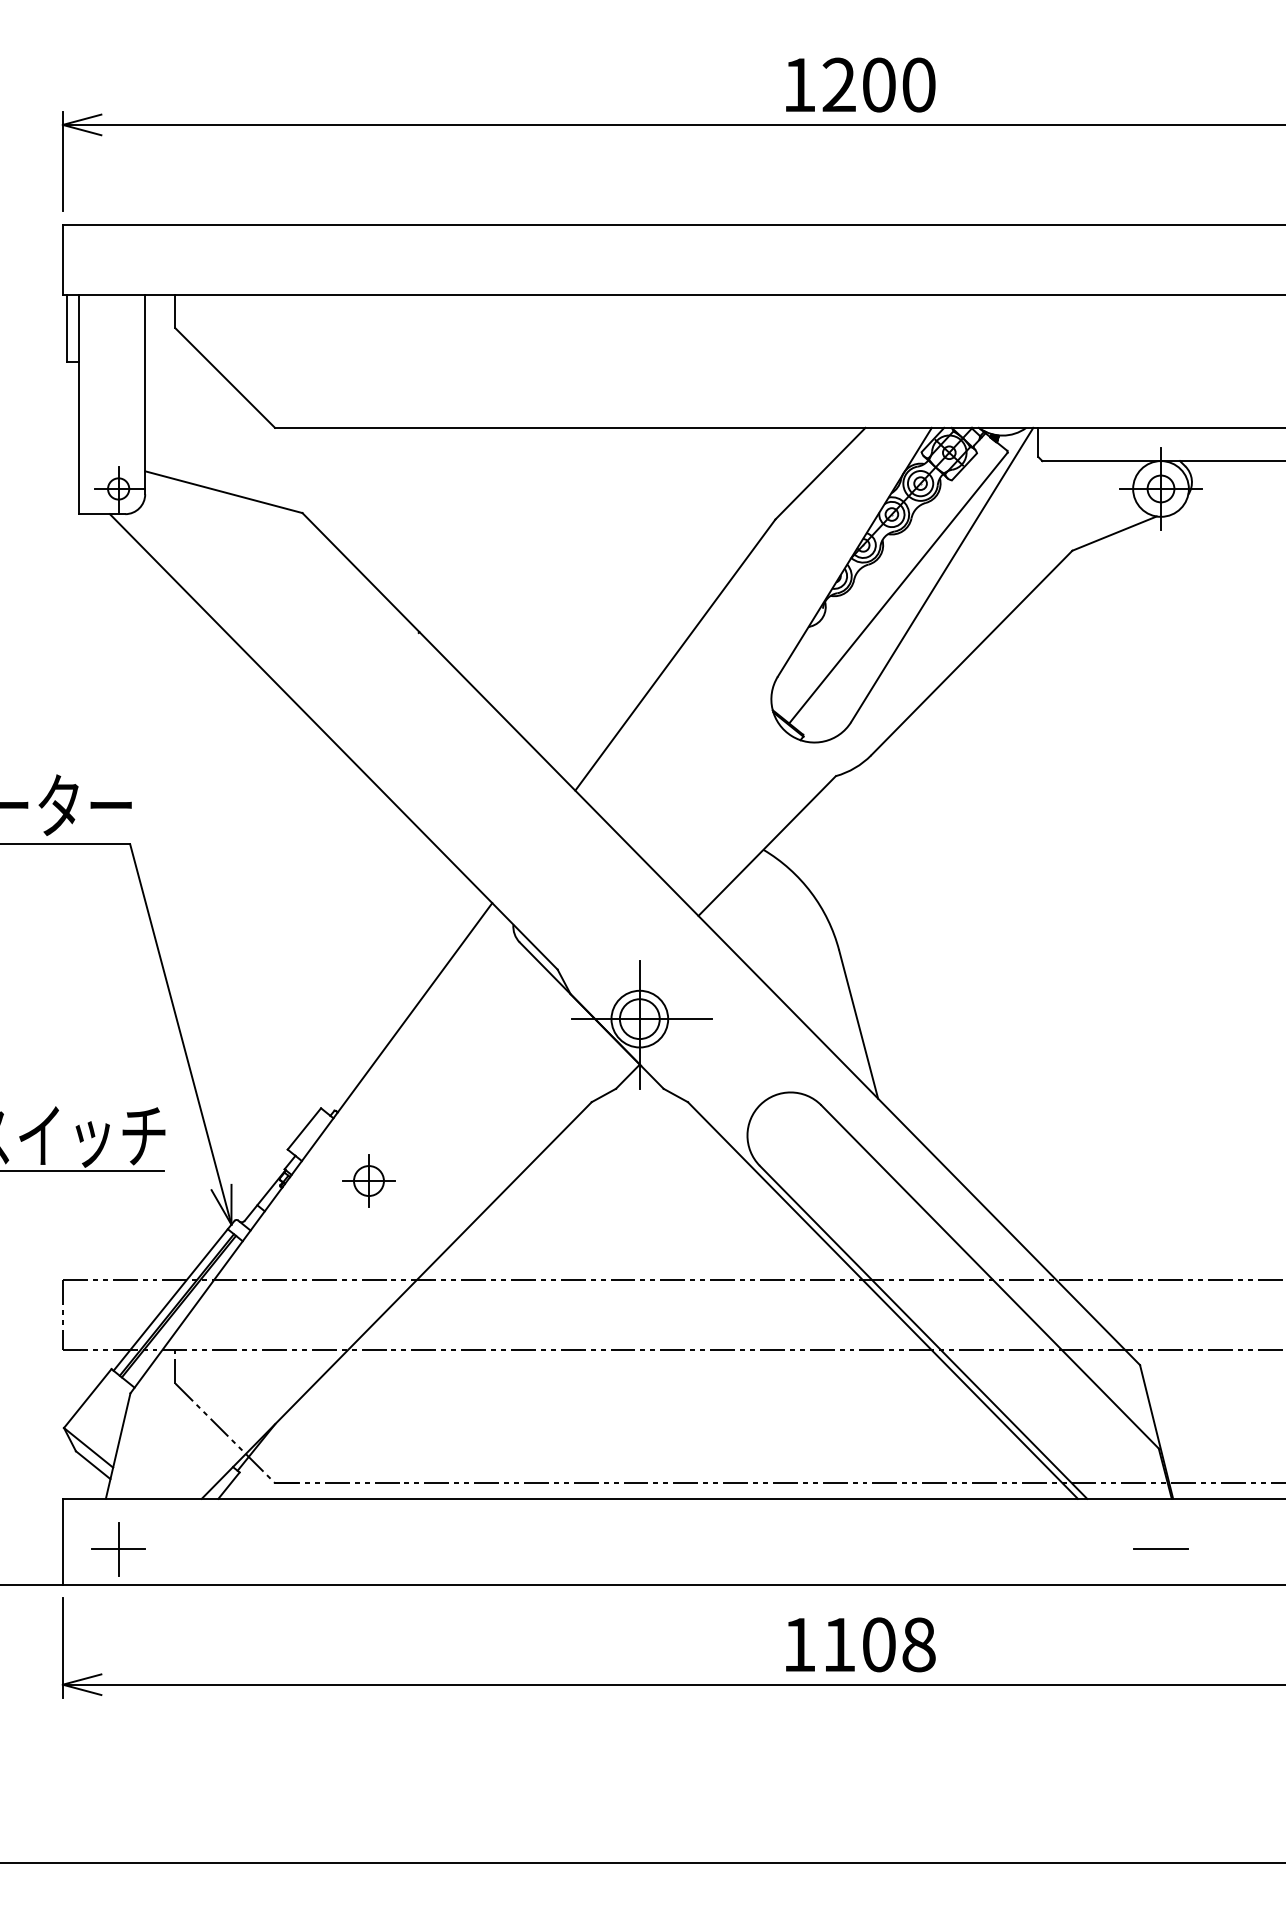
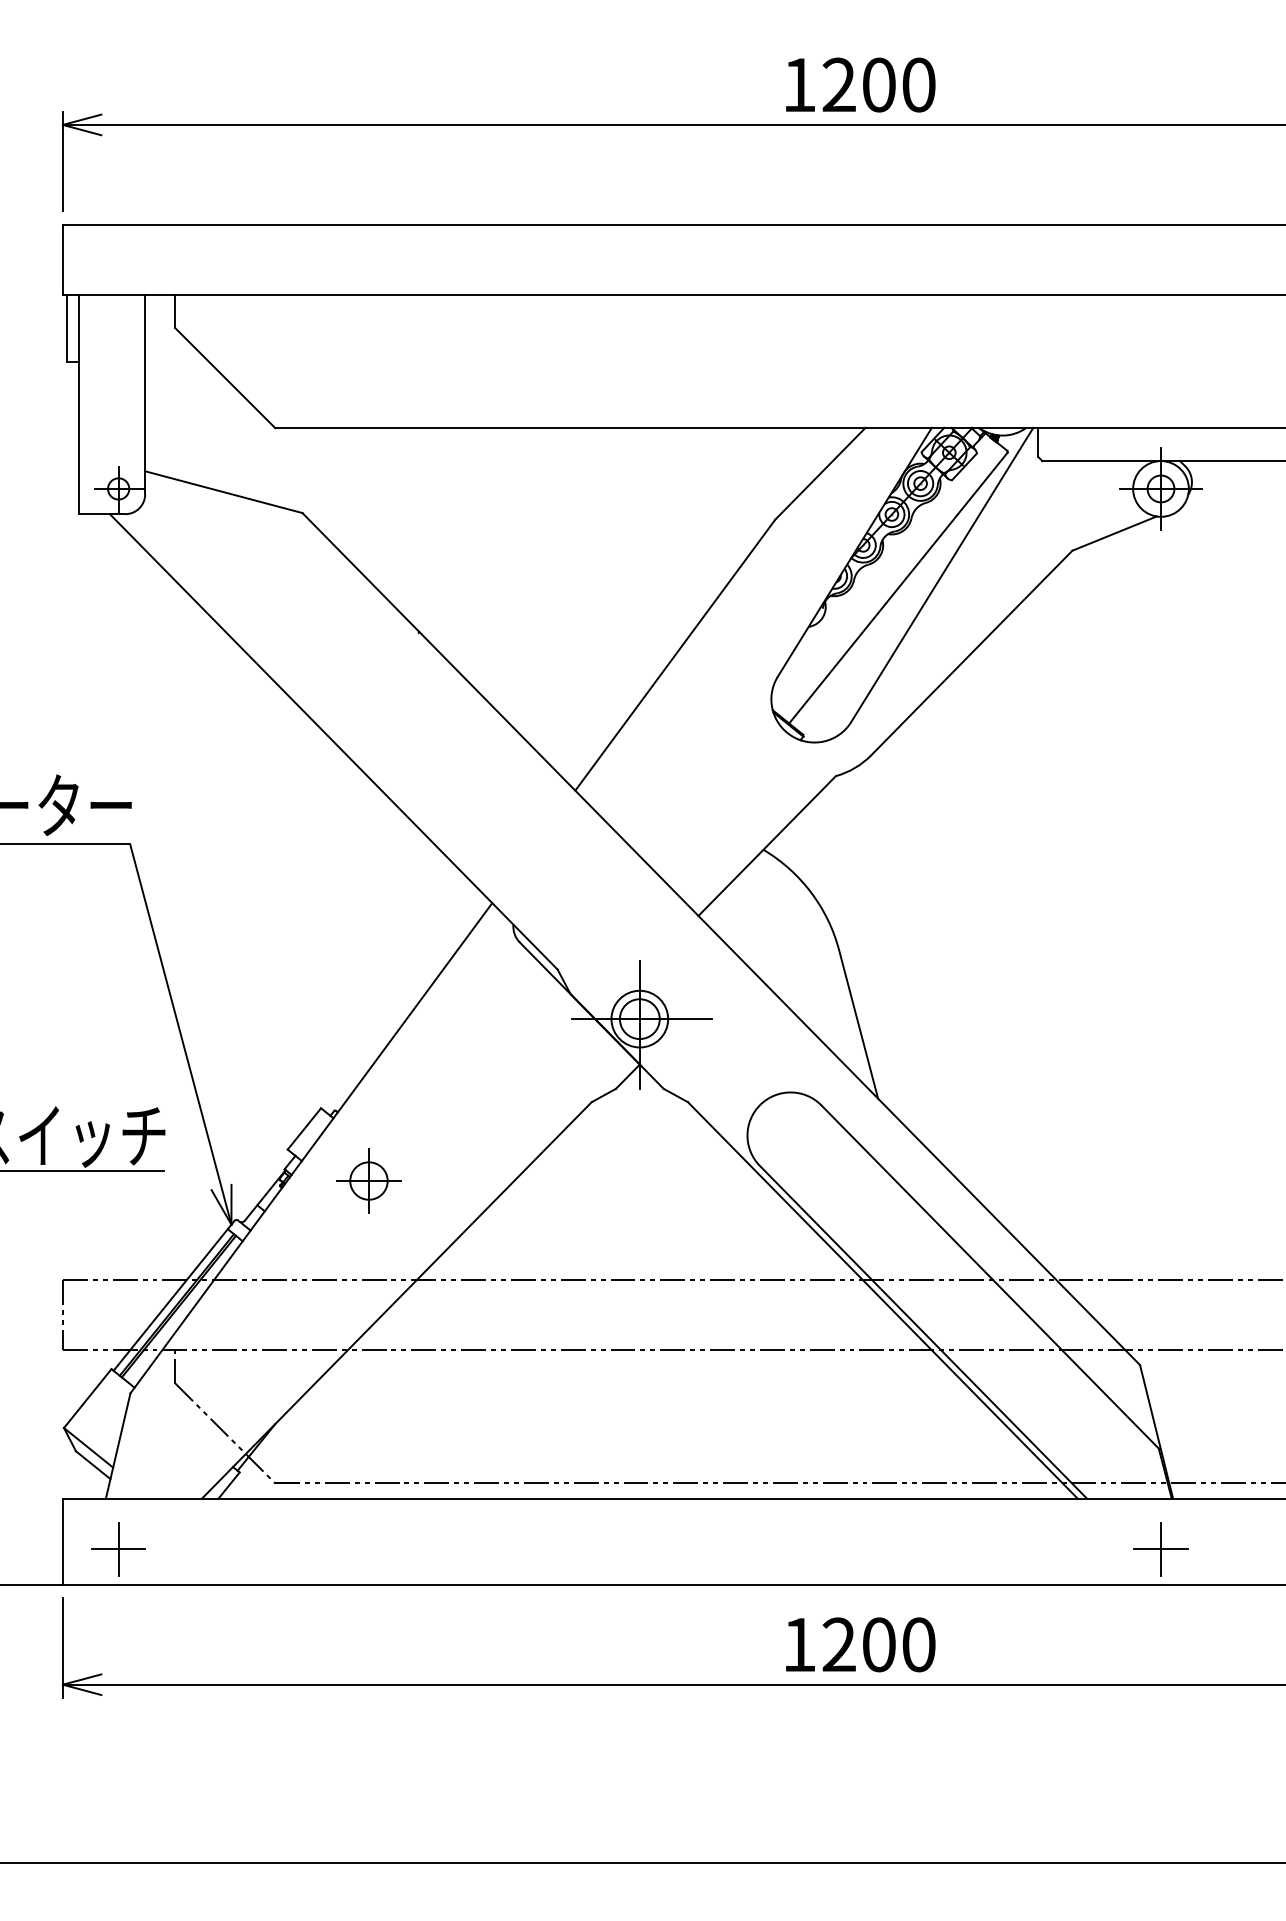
part at (368, 1180) size: 54x54 px -> 66x66 px
line at (1161, 1548): none -> present
text at (878, 1644): 1108 -> 1200
